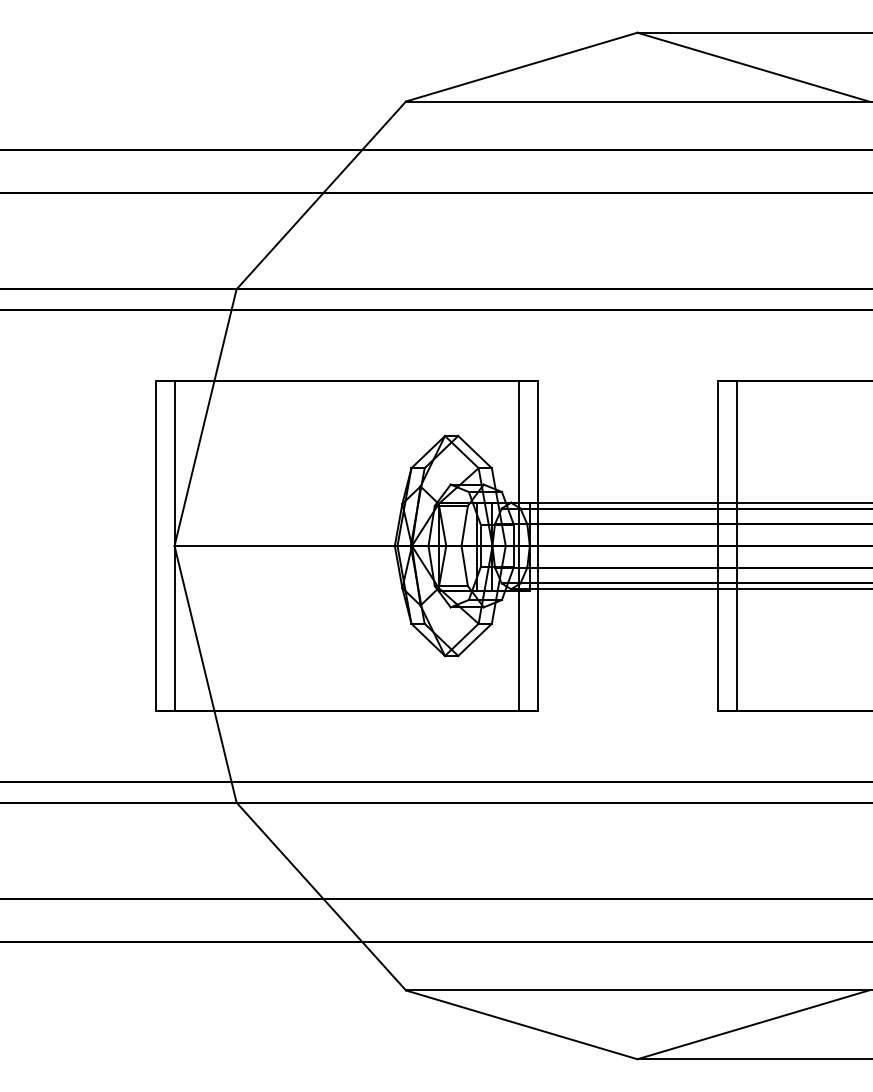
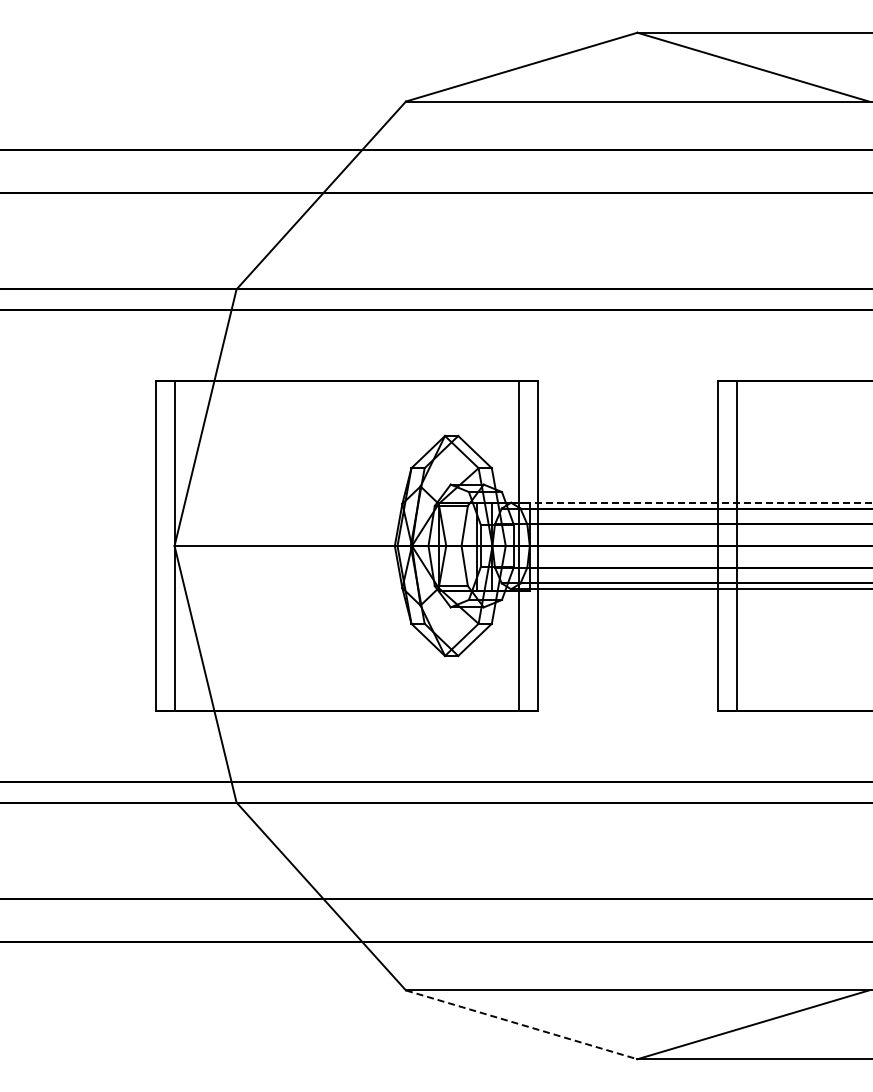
line at (691, 502): solid -> dashed
line at (521, 1024): solid -> dashed
